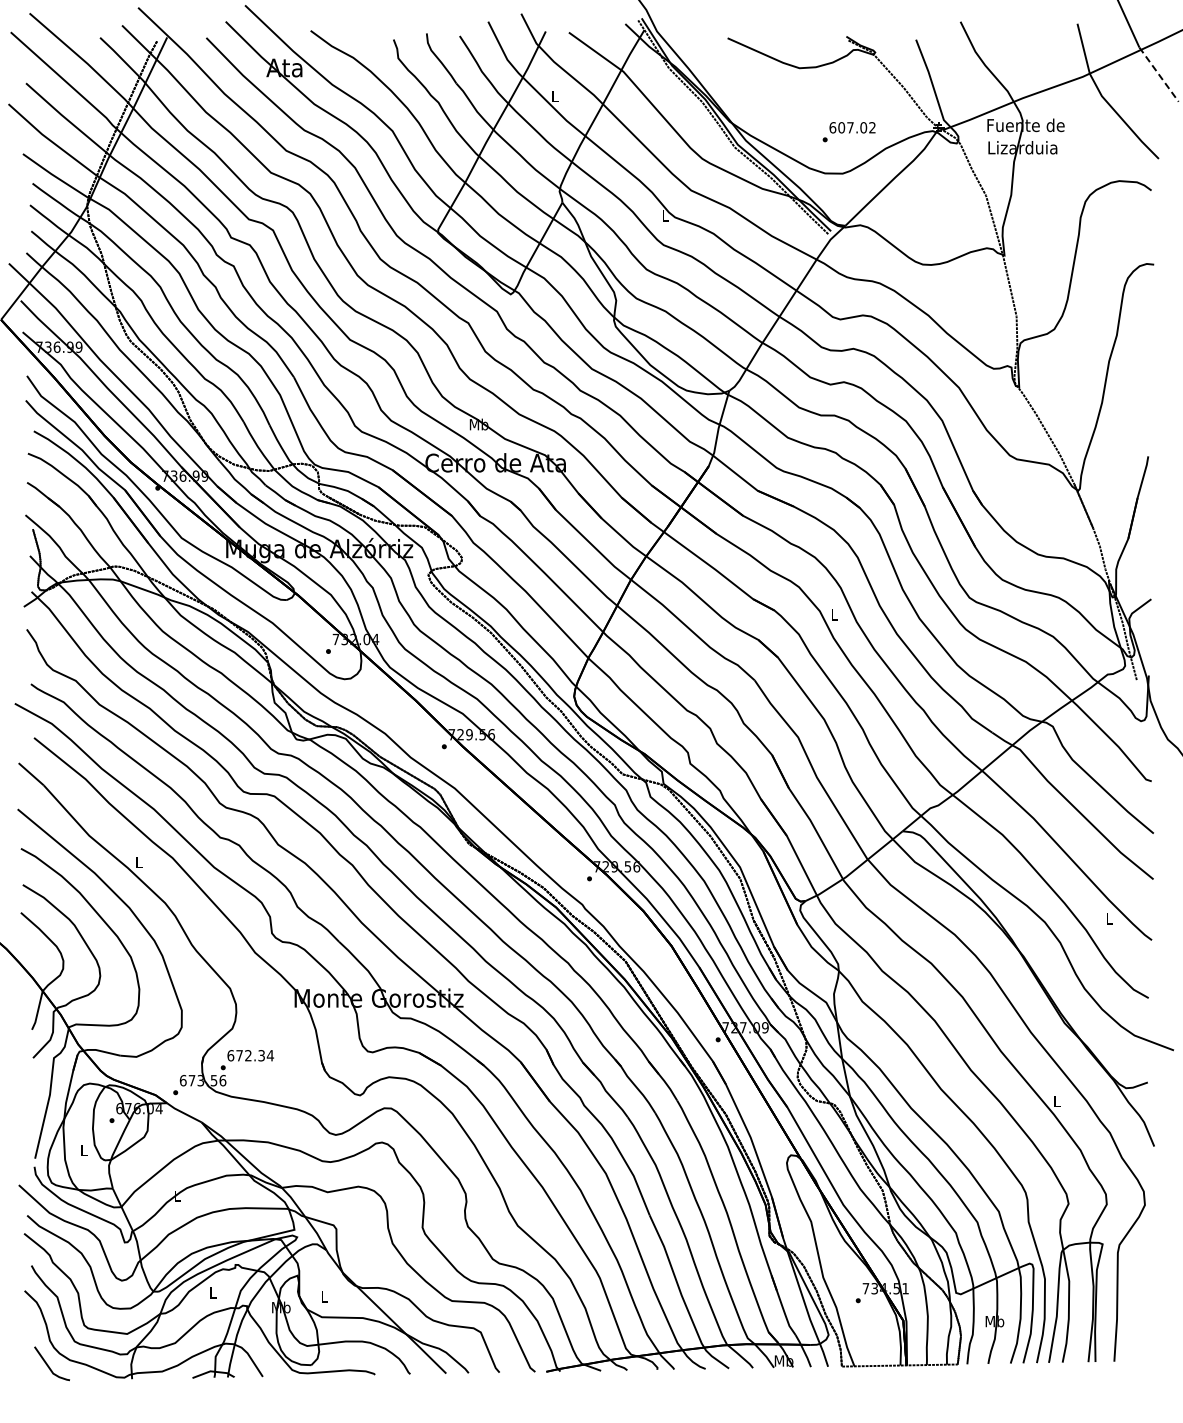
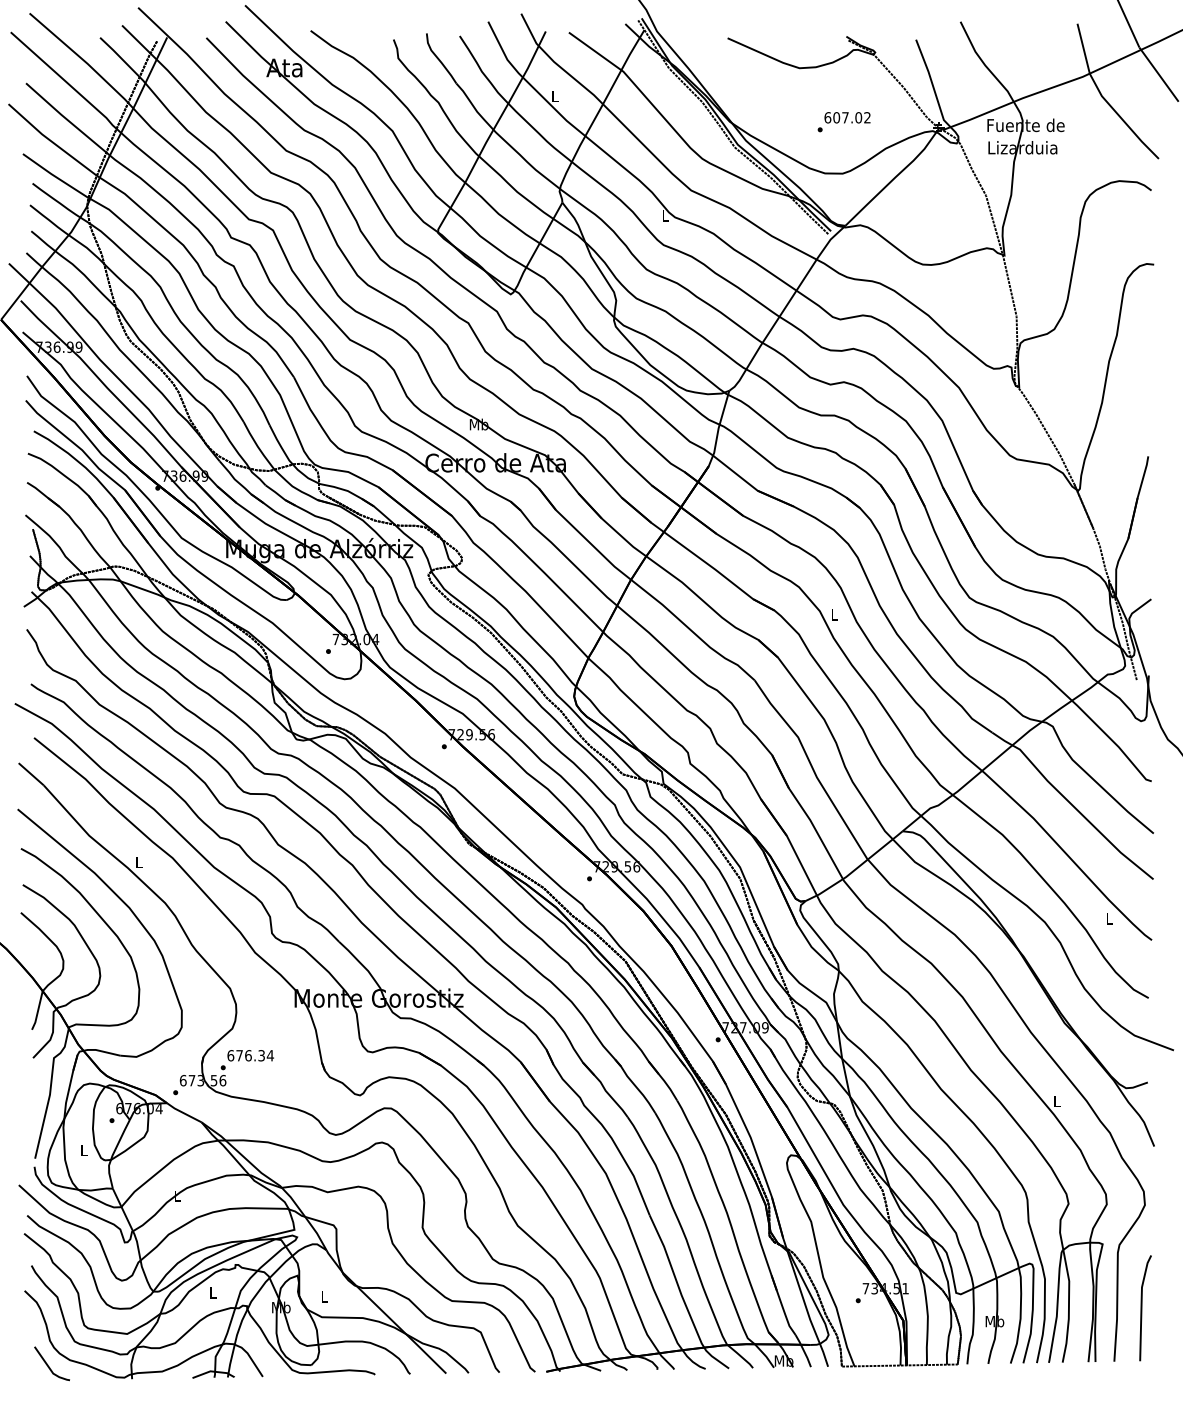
line at (1159, 75): dashed -> solid
text at (848, 132) position: (848, 132) -> (843, 122)
text at (248, 1055): 672.34 -> 676.34
line at (1142, 1308): none -> present
